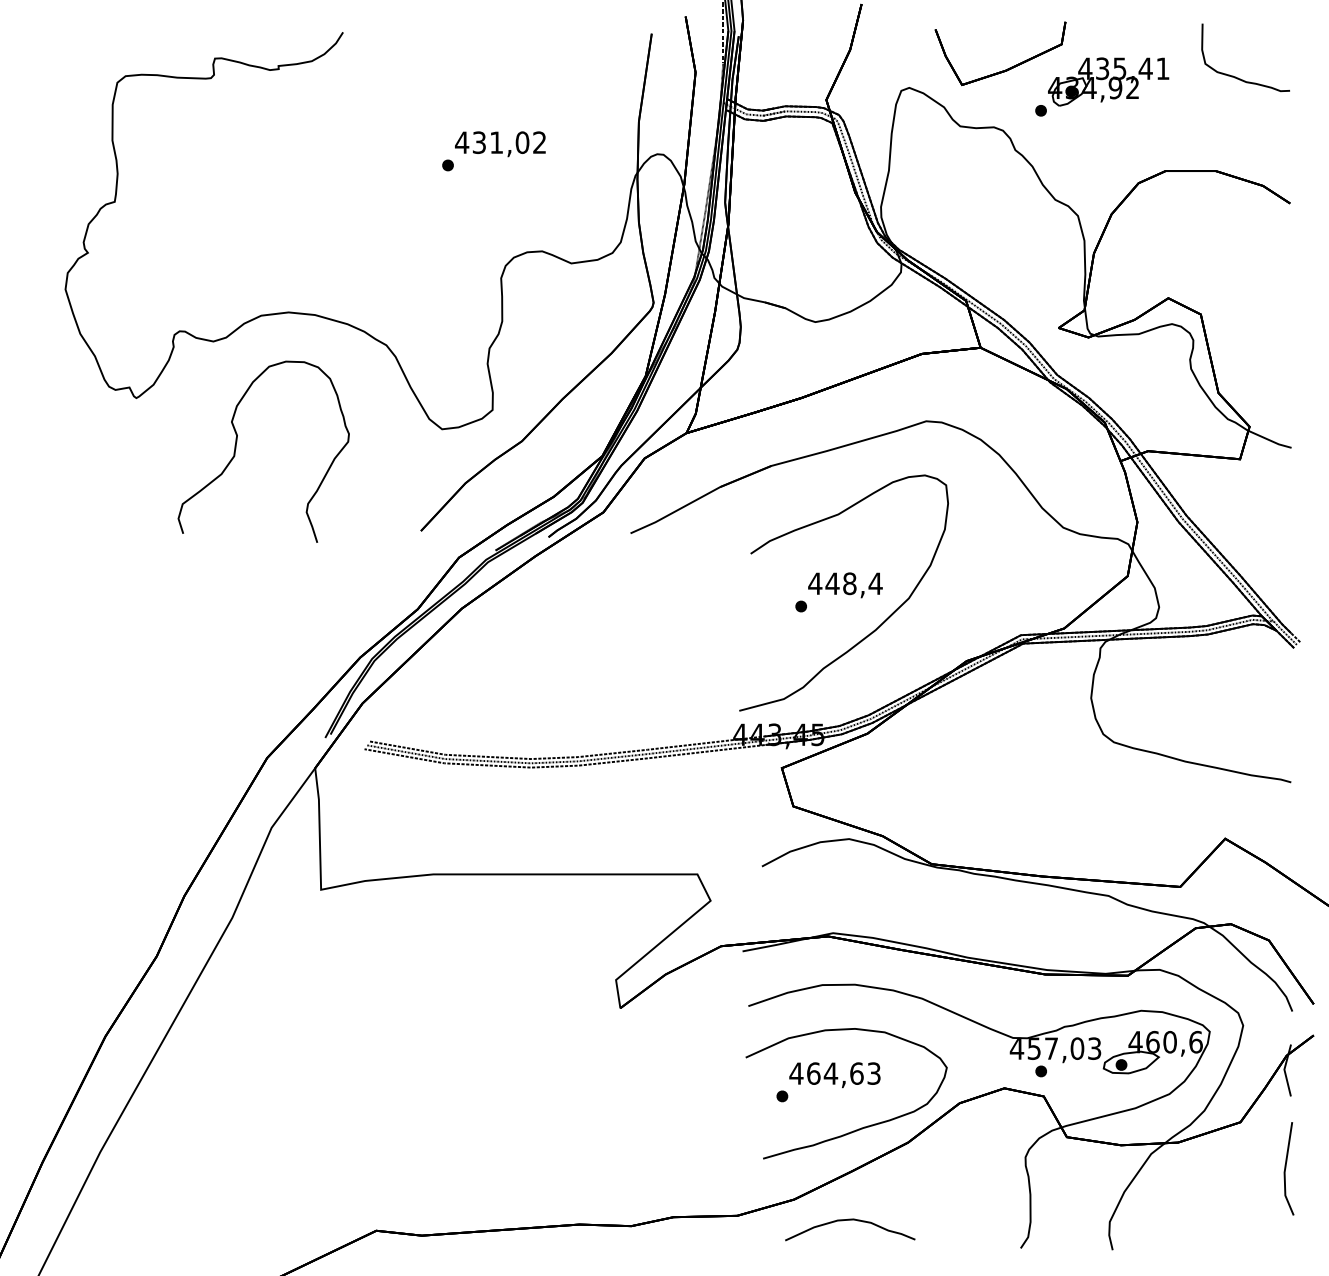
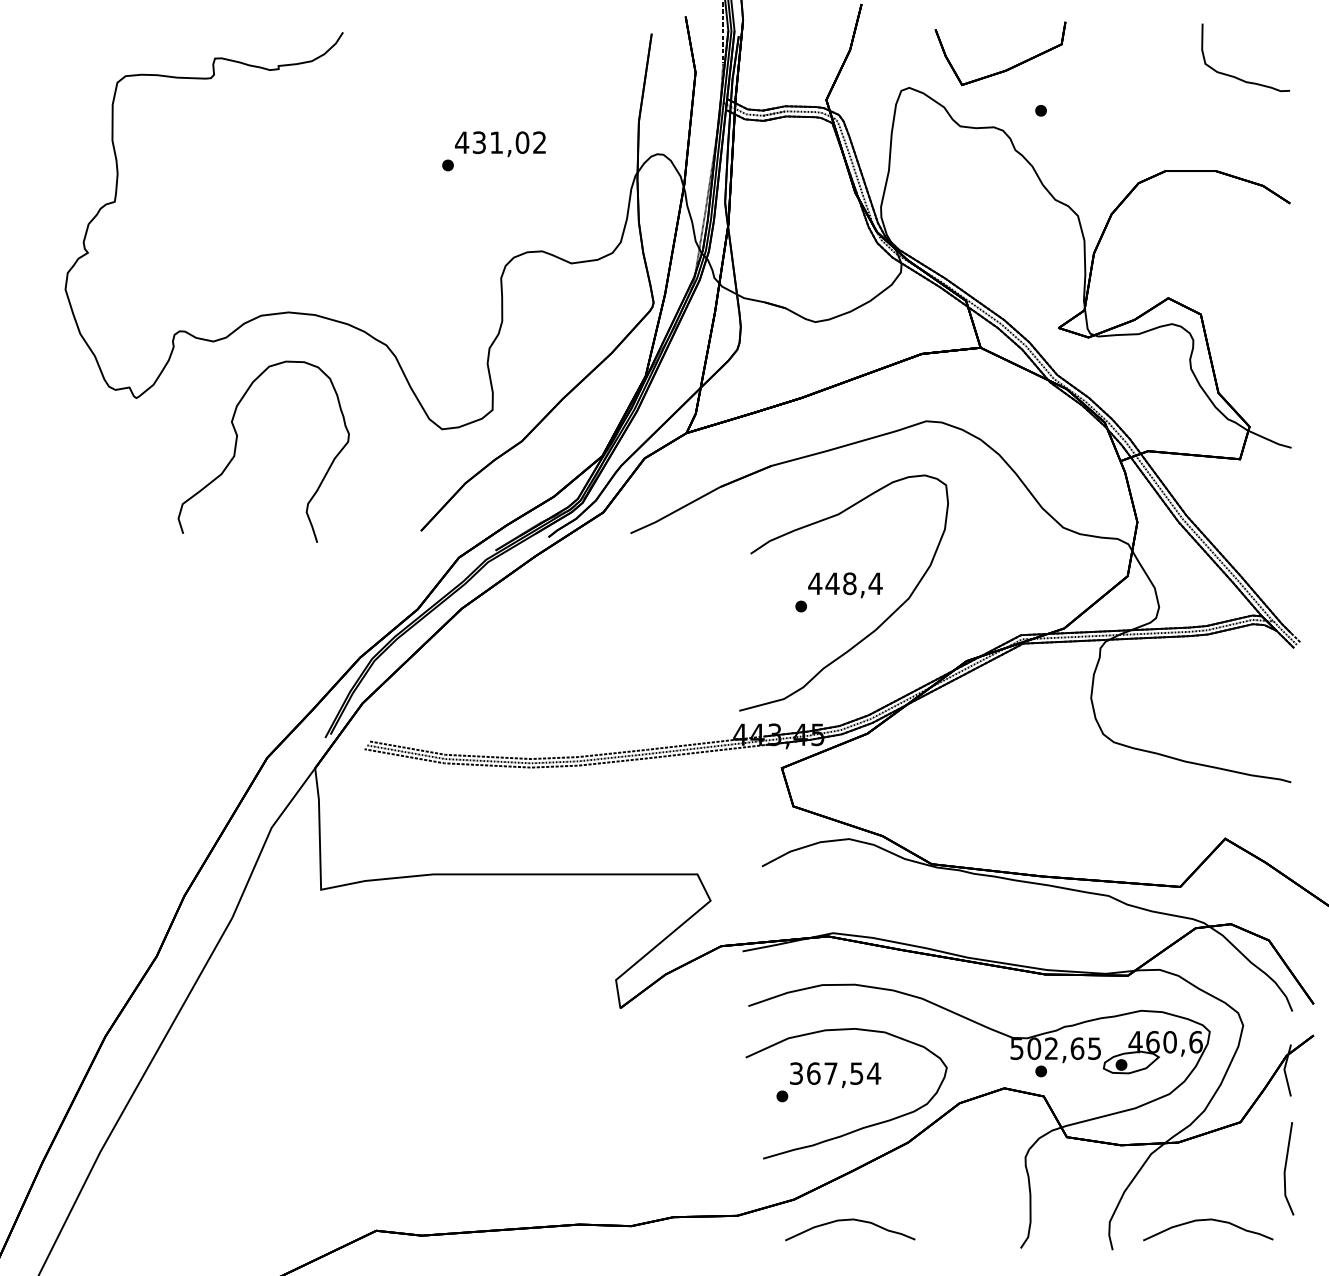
part at (1108, 81): present -> none
text at (1055, 1048): 457,03 -> 502,65
text at (835, 1073): 464,63 -> 367,54
curve at (1208, 1220): none -> present
